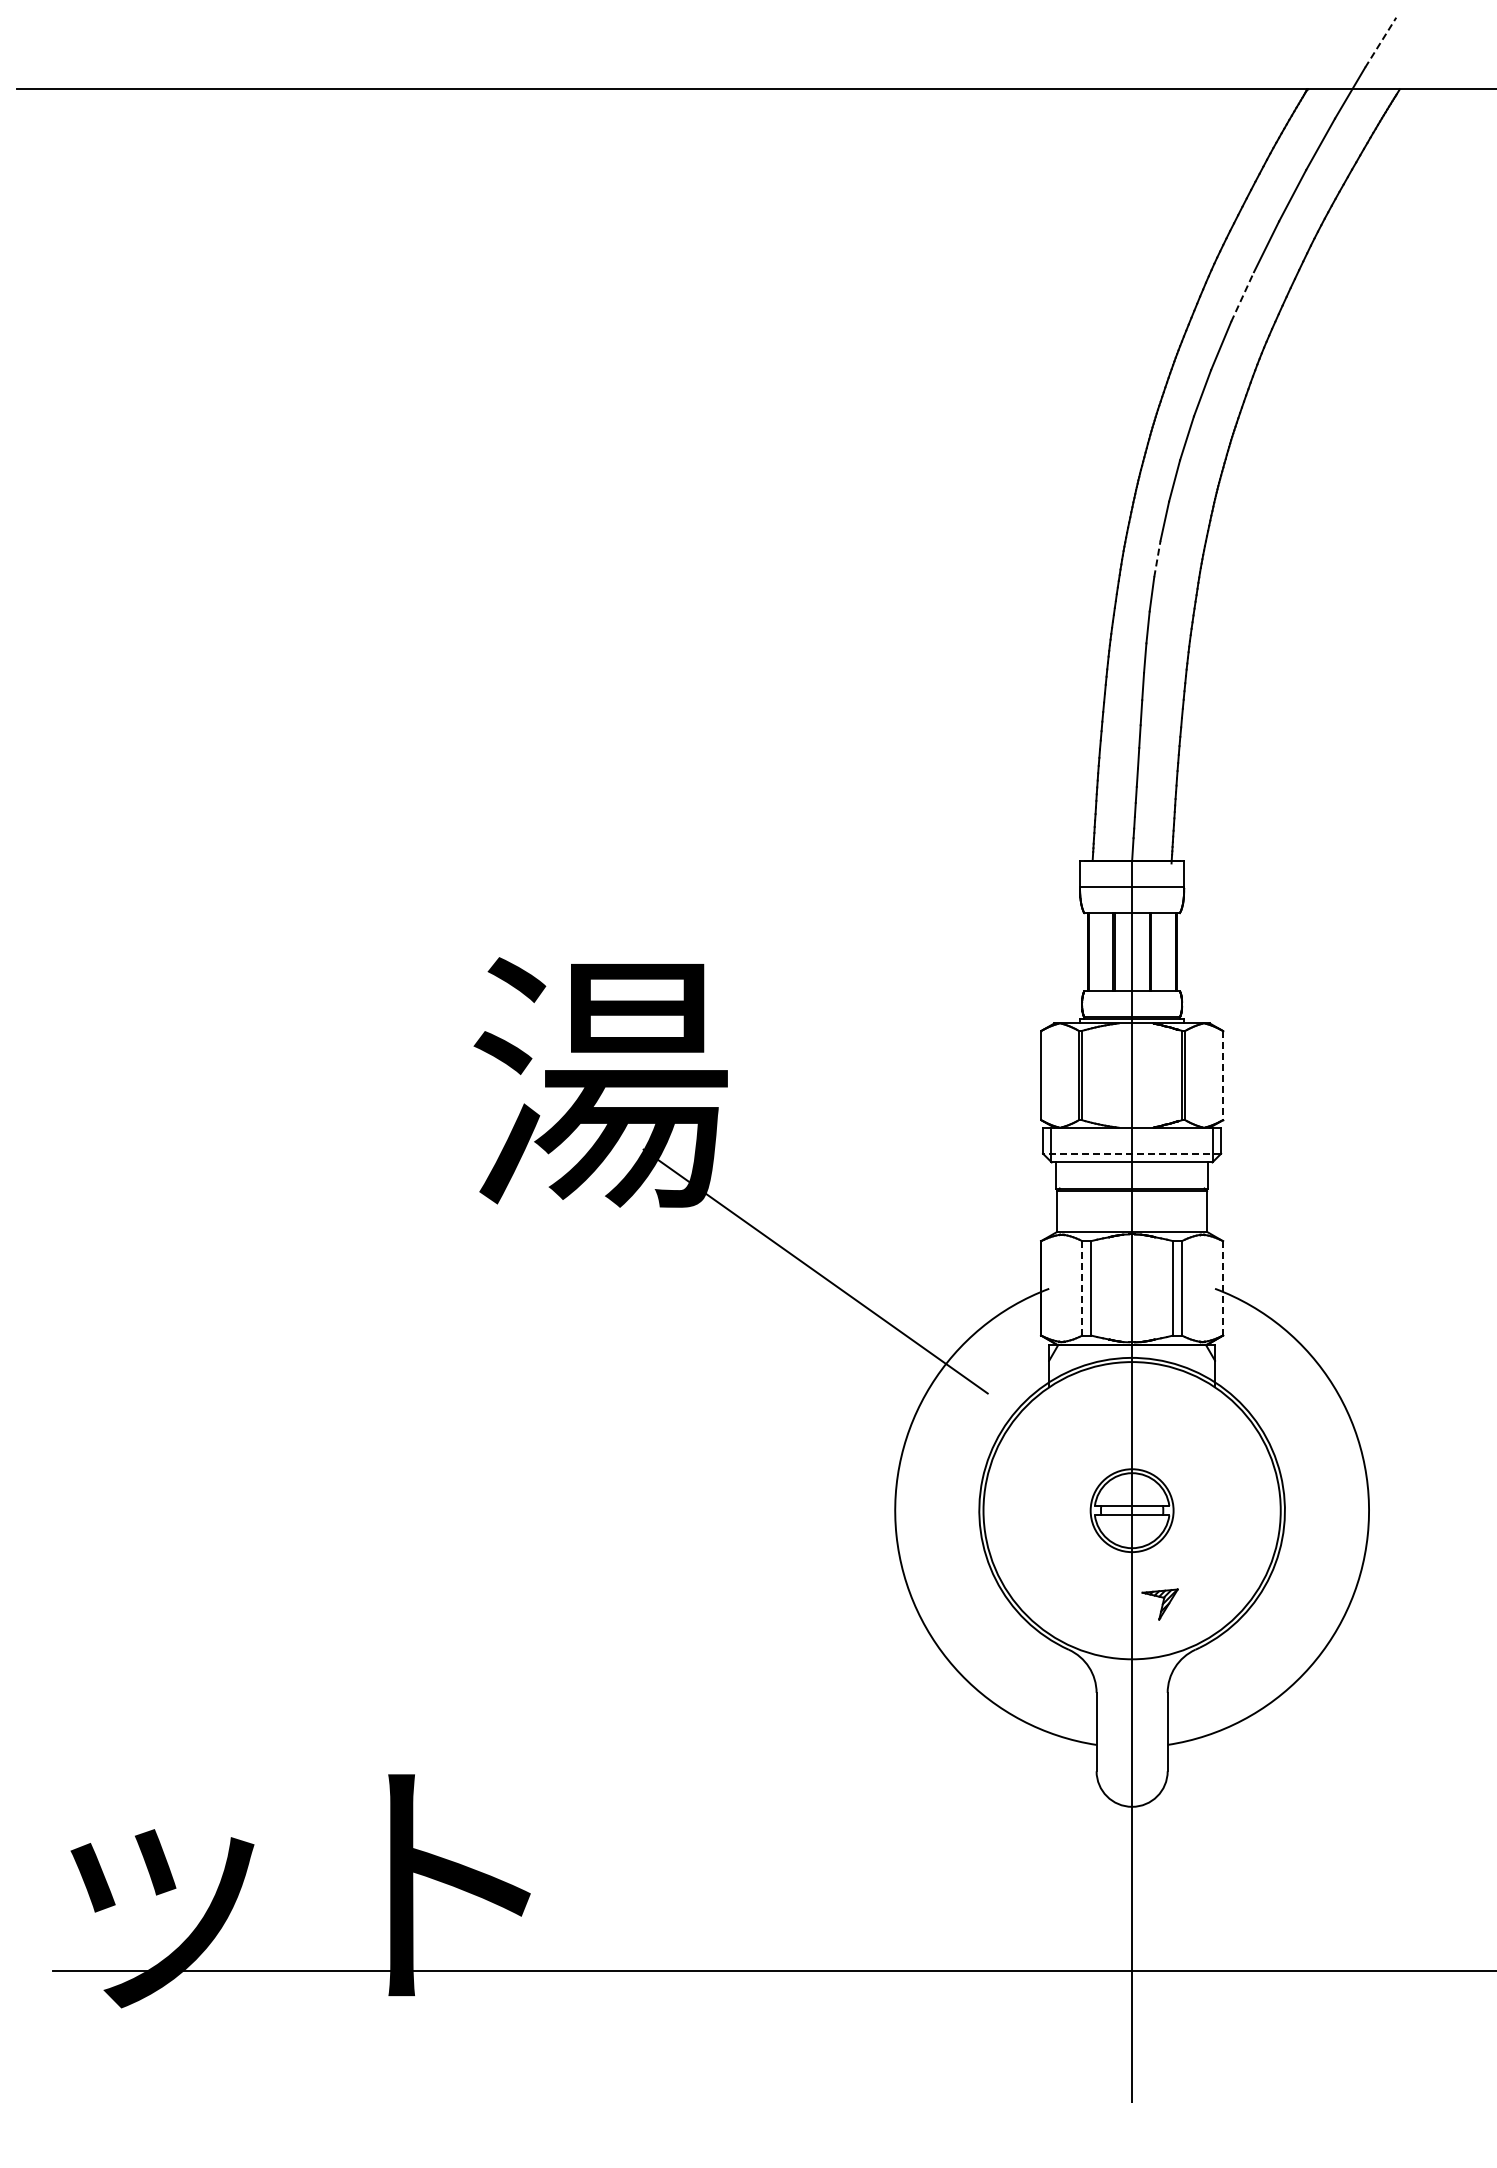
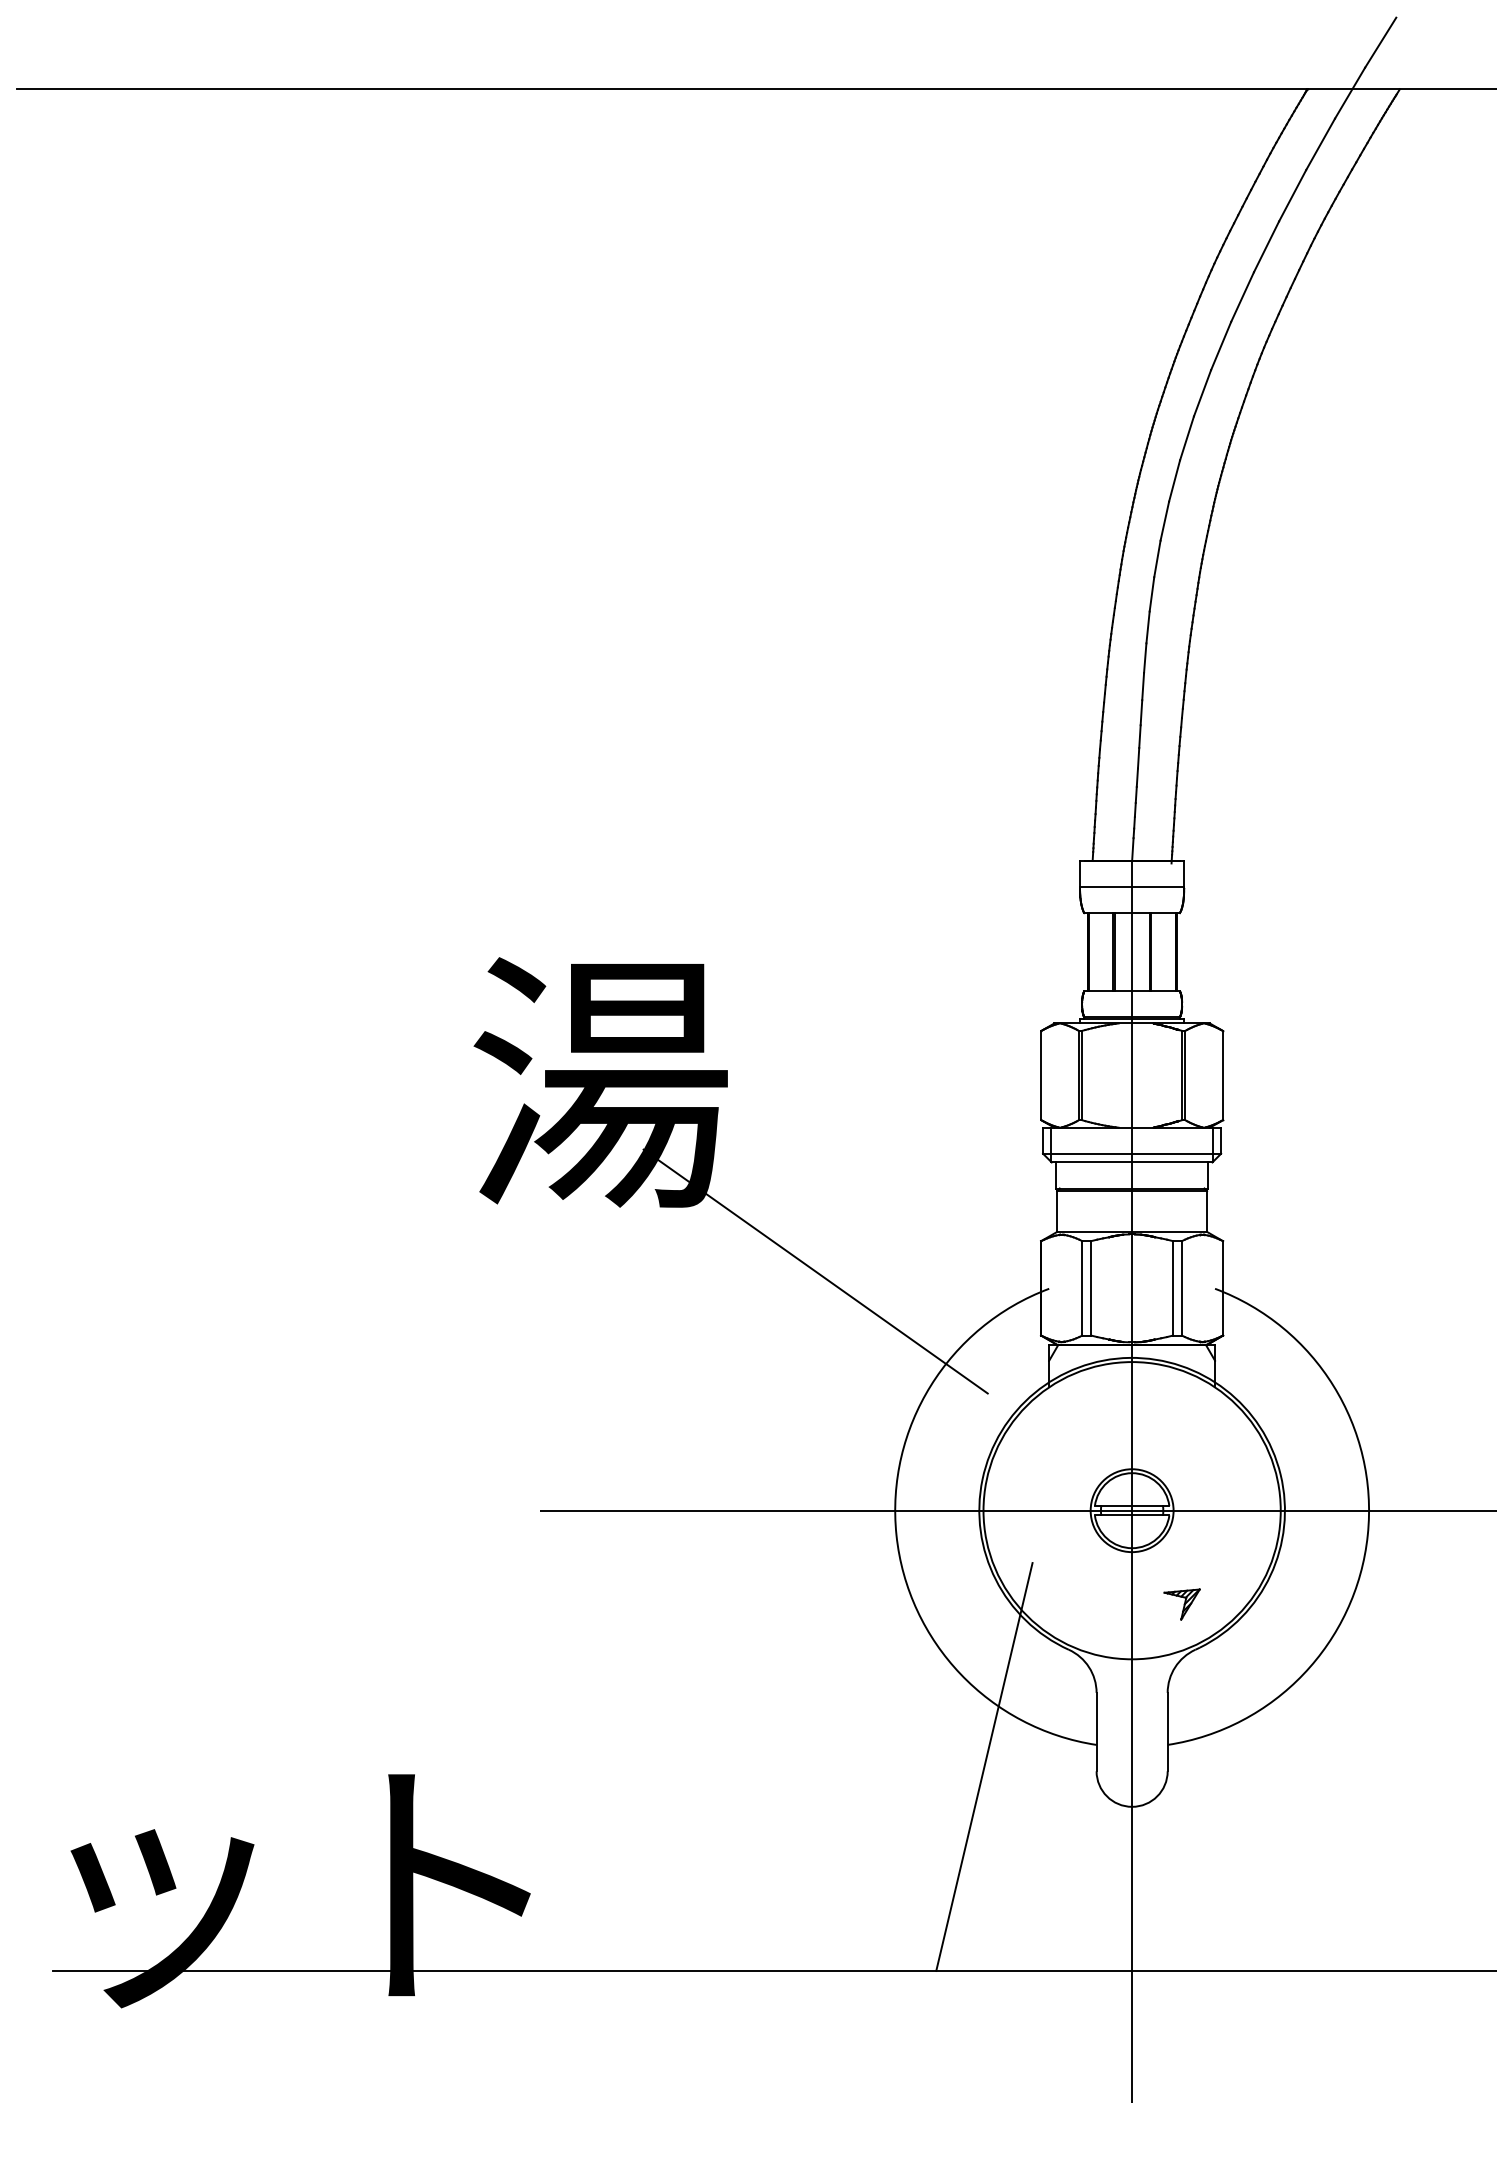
line at (1380, 42): dashed -> solid
line at (1242, 296): dashed -> solid
line at (1157, 558): dashed -> solid
line at (1222, 1075): dashed -> solid
line at (1131, 1153): dashed -> solid
line at (1082, 1288): dashed -> solid
line at (1222, 1288): dashed -> solid
line at (1016, 1510): none -> present
part at (1159, 1604) position: (1159, 1604) -> (1181, 1604)
line at (984, 1766): none -> present
